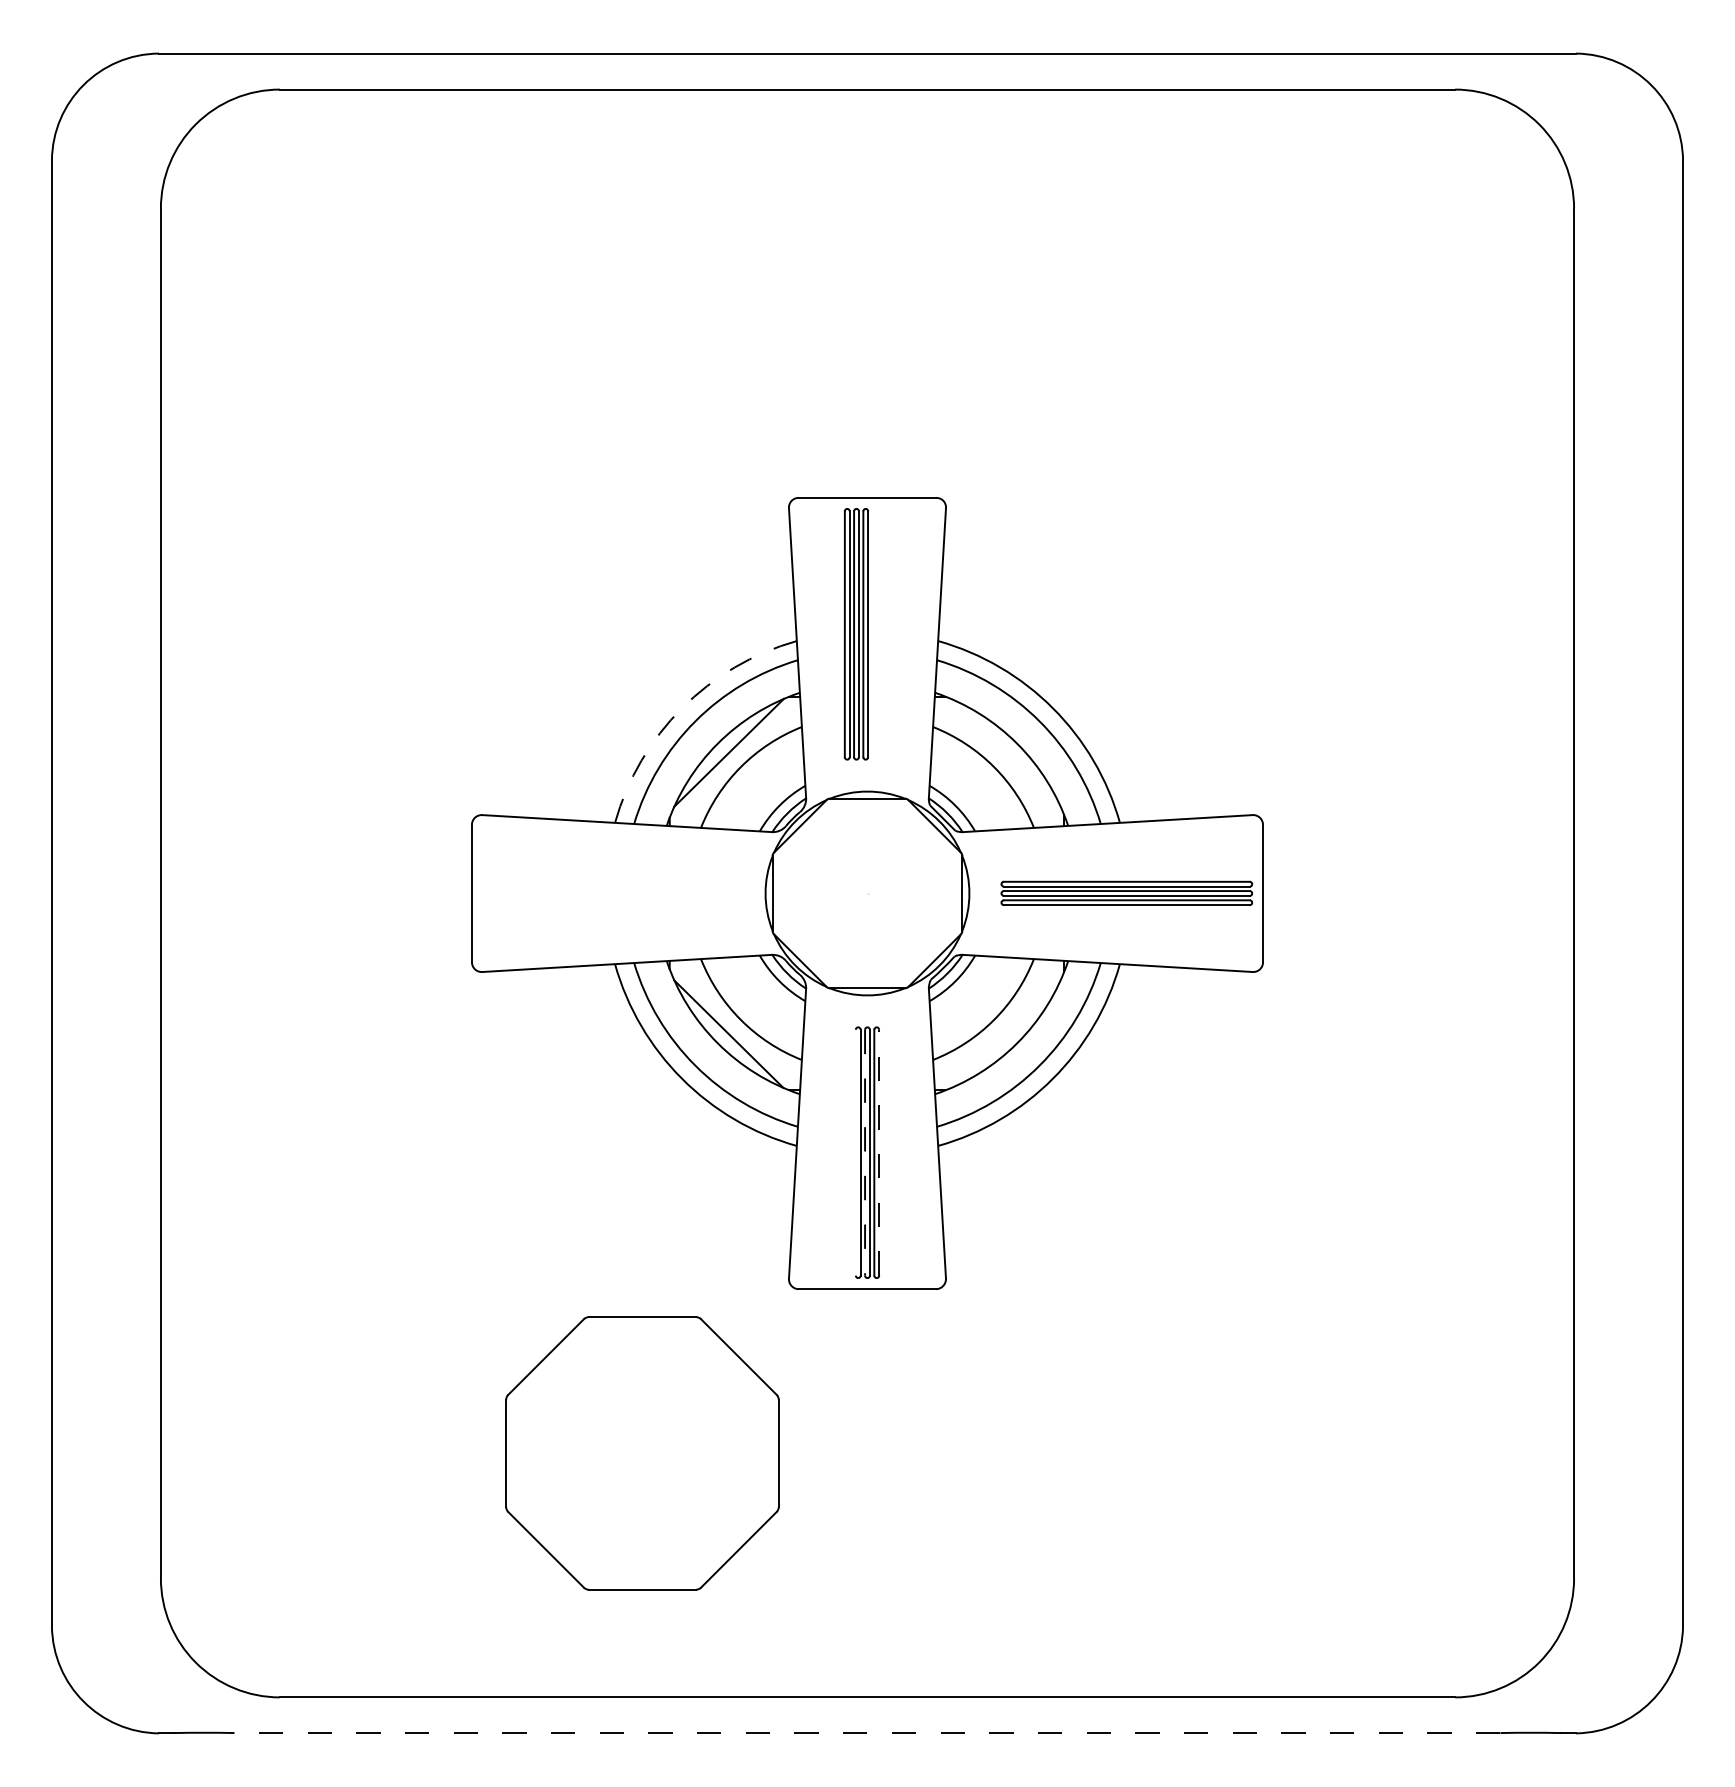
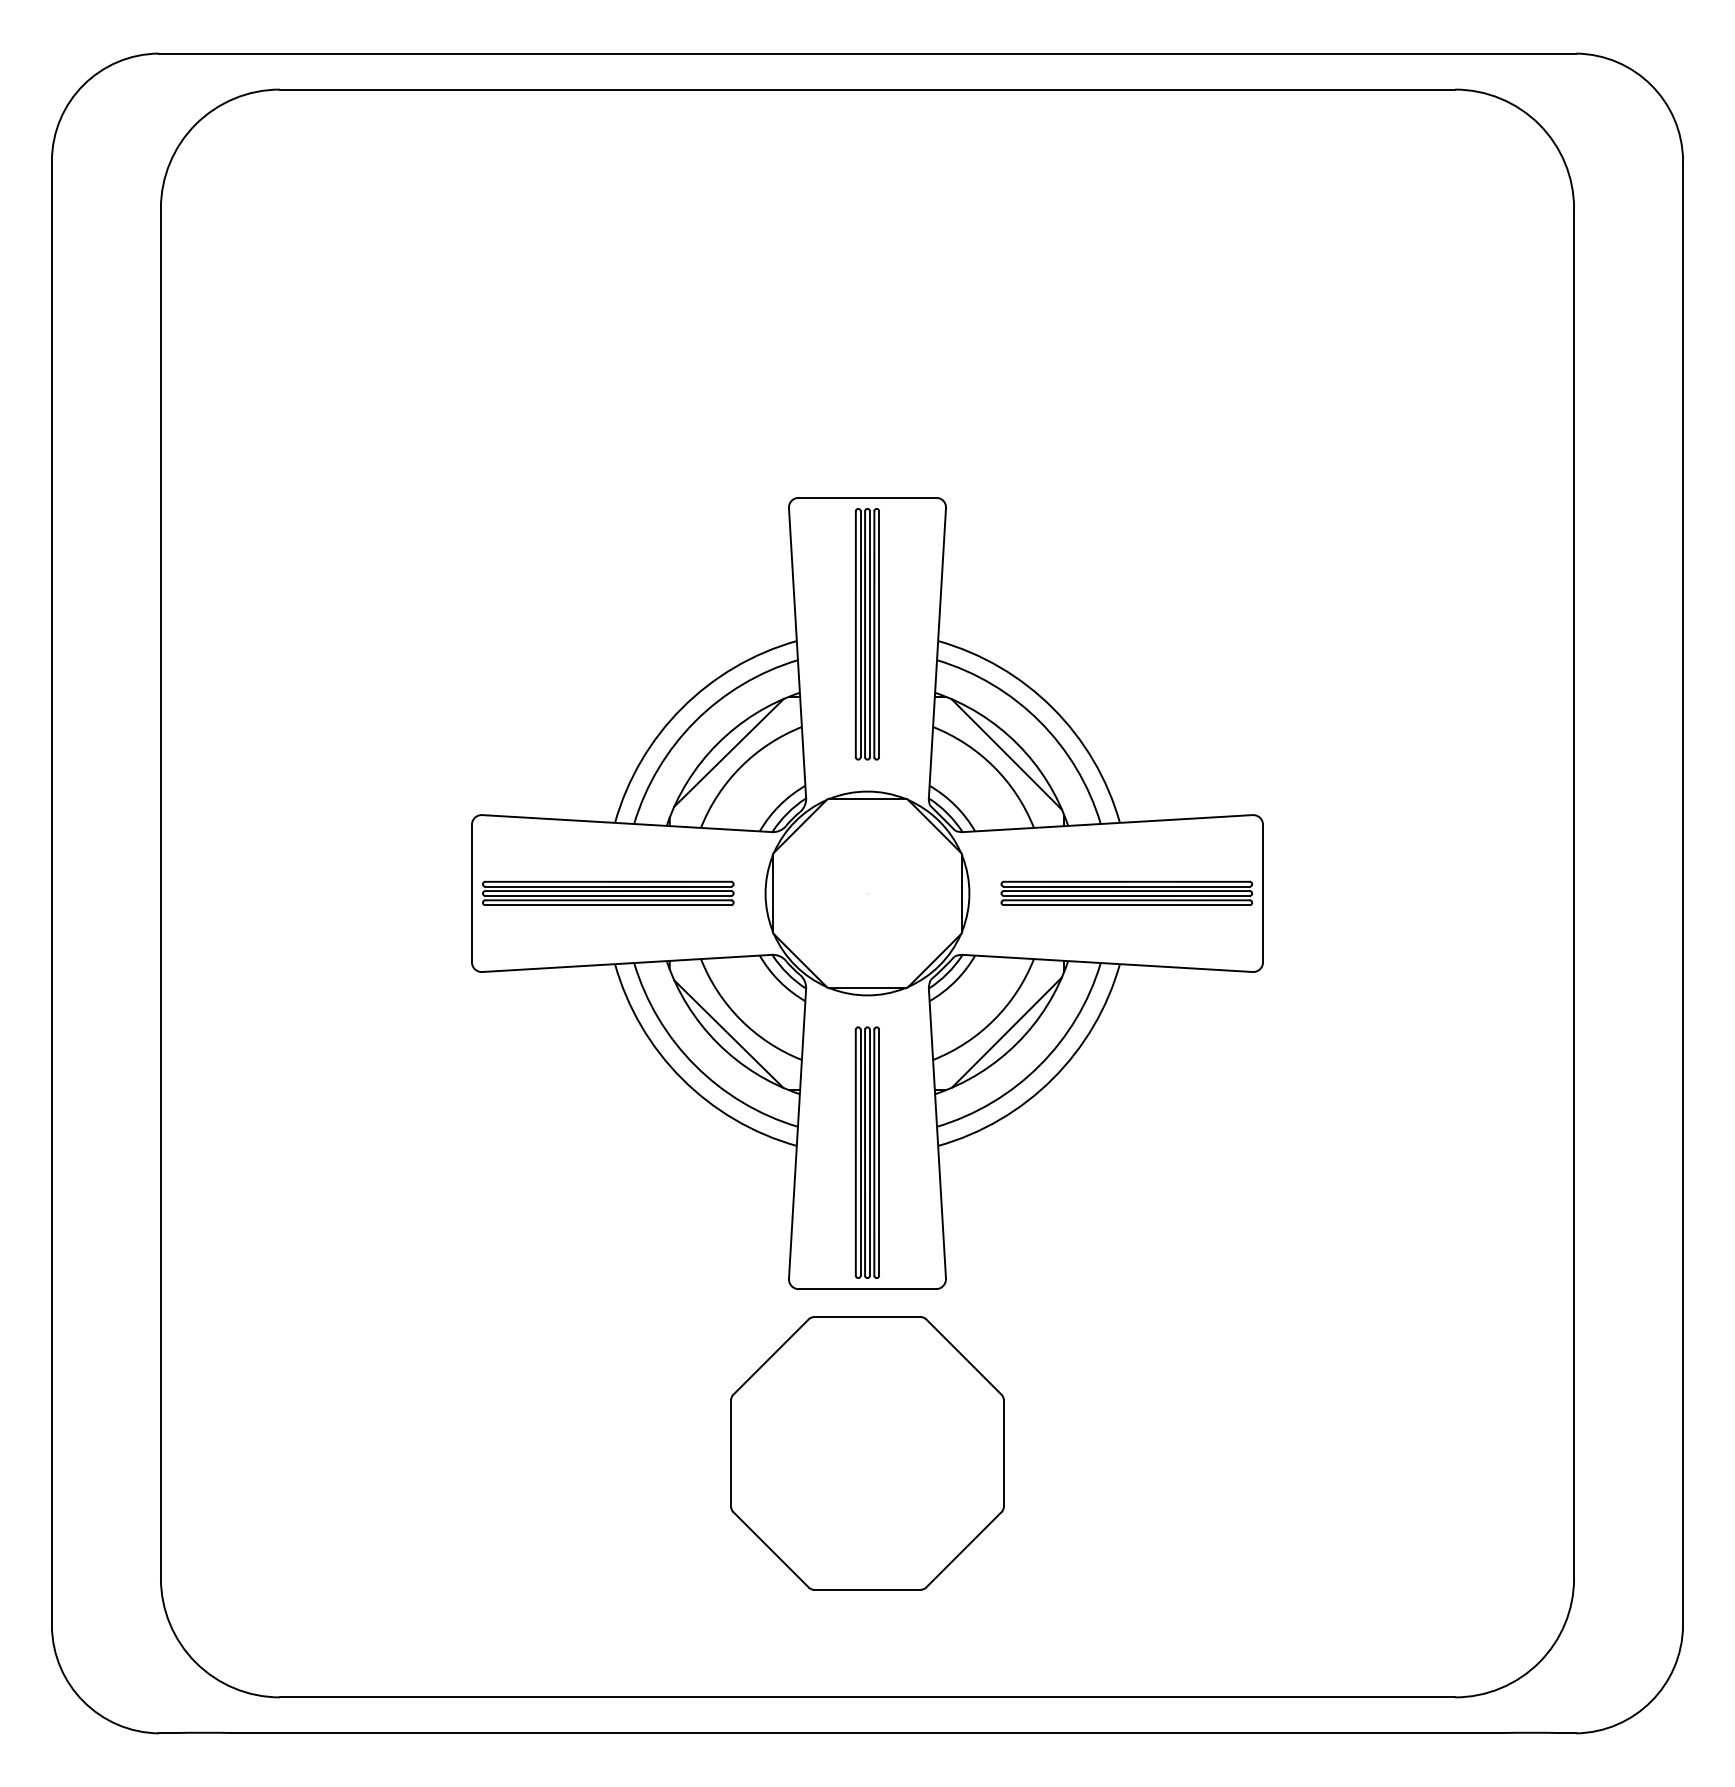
part at (855, 634) position: (855, 634) -> (866, 634)
arc at (682, 708): dashed -> solid
line at (1006, 754): none -> present
part at (608, 892): none -> present
line at (1006, 1032): none -> present
line at (855, 1152): none -> present
line at (865, 1152): dashed -> solid
line at (879, 1152): dashed -> solid
part at (642, 1453) position: (642, 1453) -> (867, 1453)
line at (867, 1733): dashed -> solid
